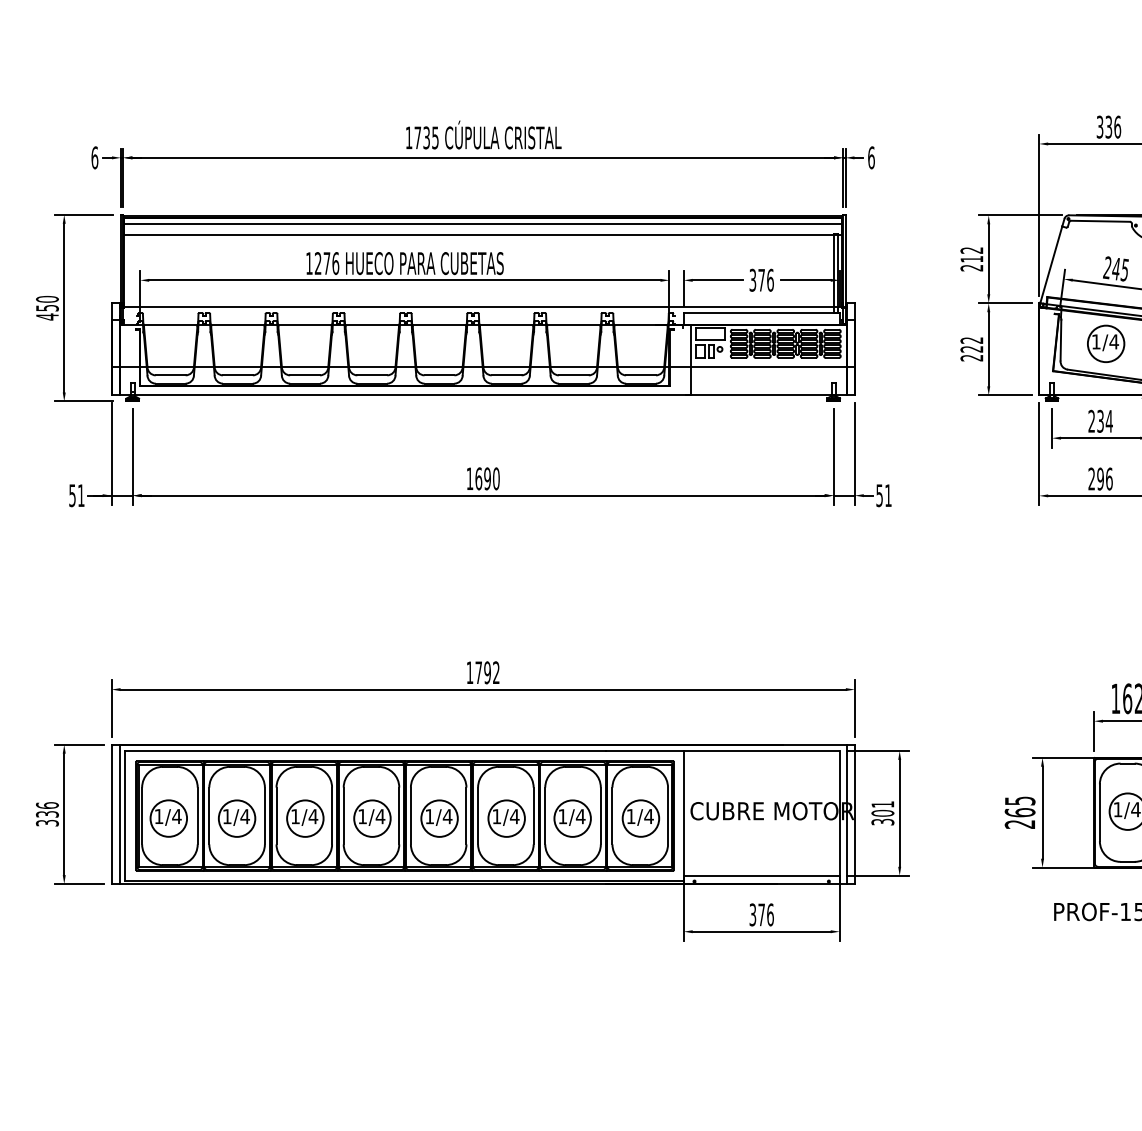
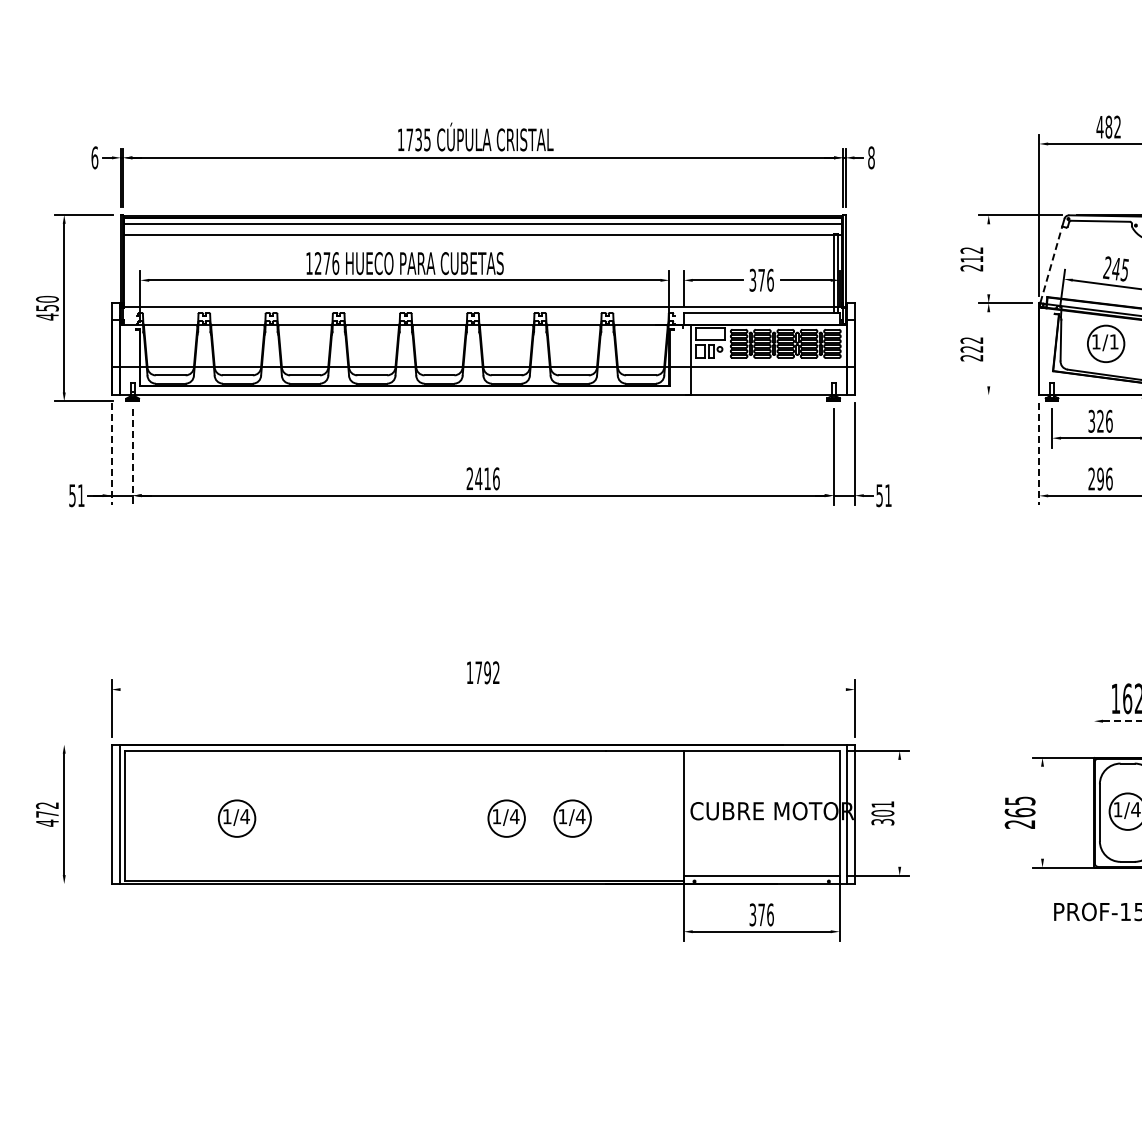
text at (1108, 126): 336 -> 482
text at (483, 134) position: (483, 134) -> (475, 136)
text at (871, 157): 6 -> 8
line at (988, 259): present -> none
line at (1051, 264): solid -> dashed
text at (1114, 341): 1/4 -> 1/1
line at (988, 349): present -> none
line at (1005, 395): present -> none
text at (1100, 420): 234 -> 326
line at (111, 454): solid -> dashed
line at (1039, 454): solid -> dashed
line at (132, 457): solid -> dashed
text at (482, 478): 1690 -> 2416
line at (482, 689): present -> none
line at (1122, 721): solid -> dashed
line at (1094, 731): present -> none
line at (79, 744): present -> none
line at (899, 812): present -> none
line at (1042, 812): present -> none
text at (46, 814): 336 -> 472
part at (404, 815): present -> none
line at (79, 884): present -> none
